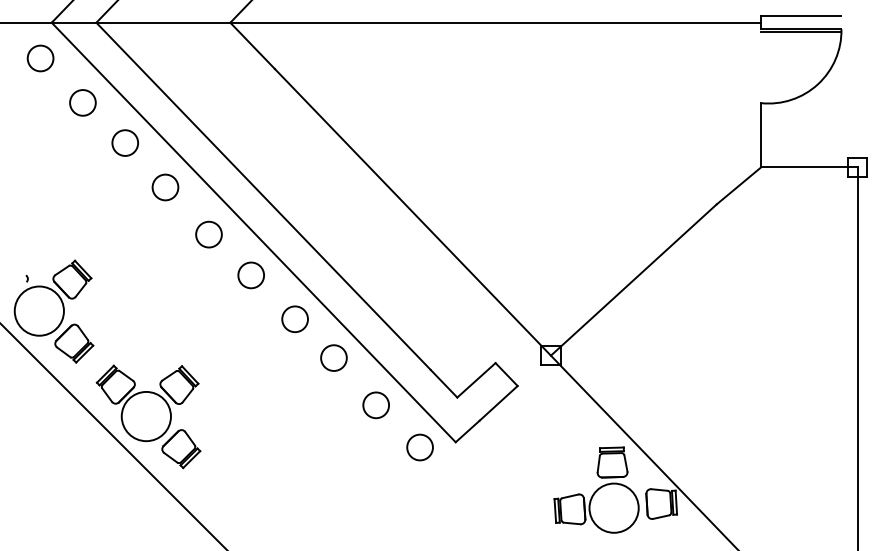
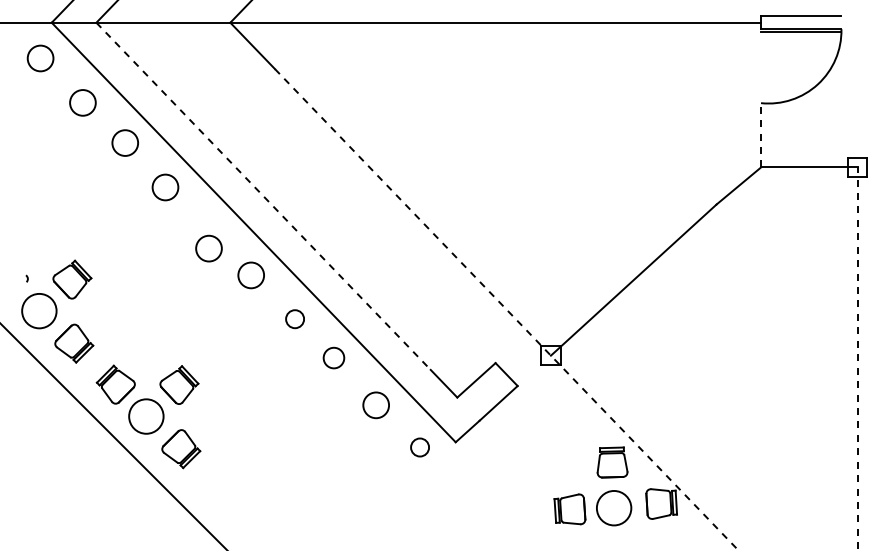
line at (761, 134): solid -> dashed
line at (263, 196): solid -> dashed
circle at (208, 234) position: (208, 234) -> (208, 248)
circle at (38, 310) diameter: 49 px -> 34 px
line at (507, 310): solid -> dashed
circle at (294, 318) size: 28x28 px -> 20x21 px
circle at (333, 357) size: 28x28 px -> 24x24 px
line at (857, 358): solid -> dashed
circle at (145, 416) diameter: 49 px -> 34 px
circle at (419, 447) size: 28x29 px -> 20x21 px
circle at (613, 507) diameter: 49 px -> 34 px
